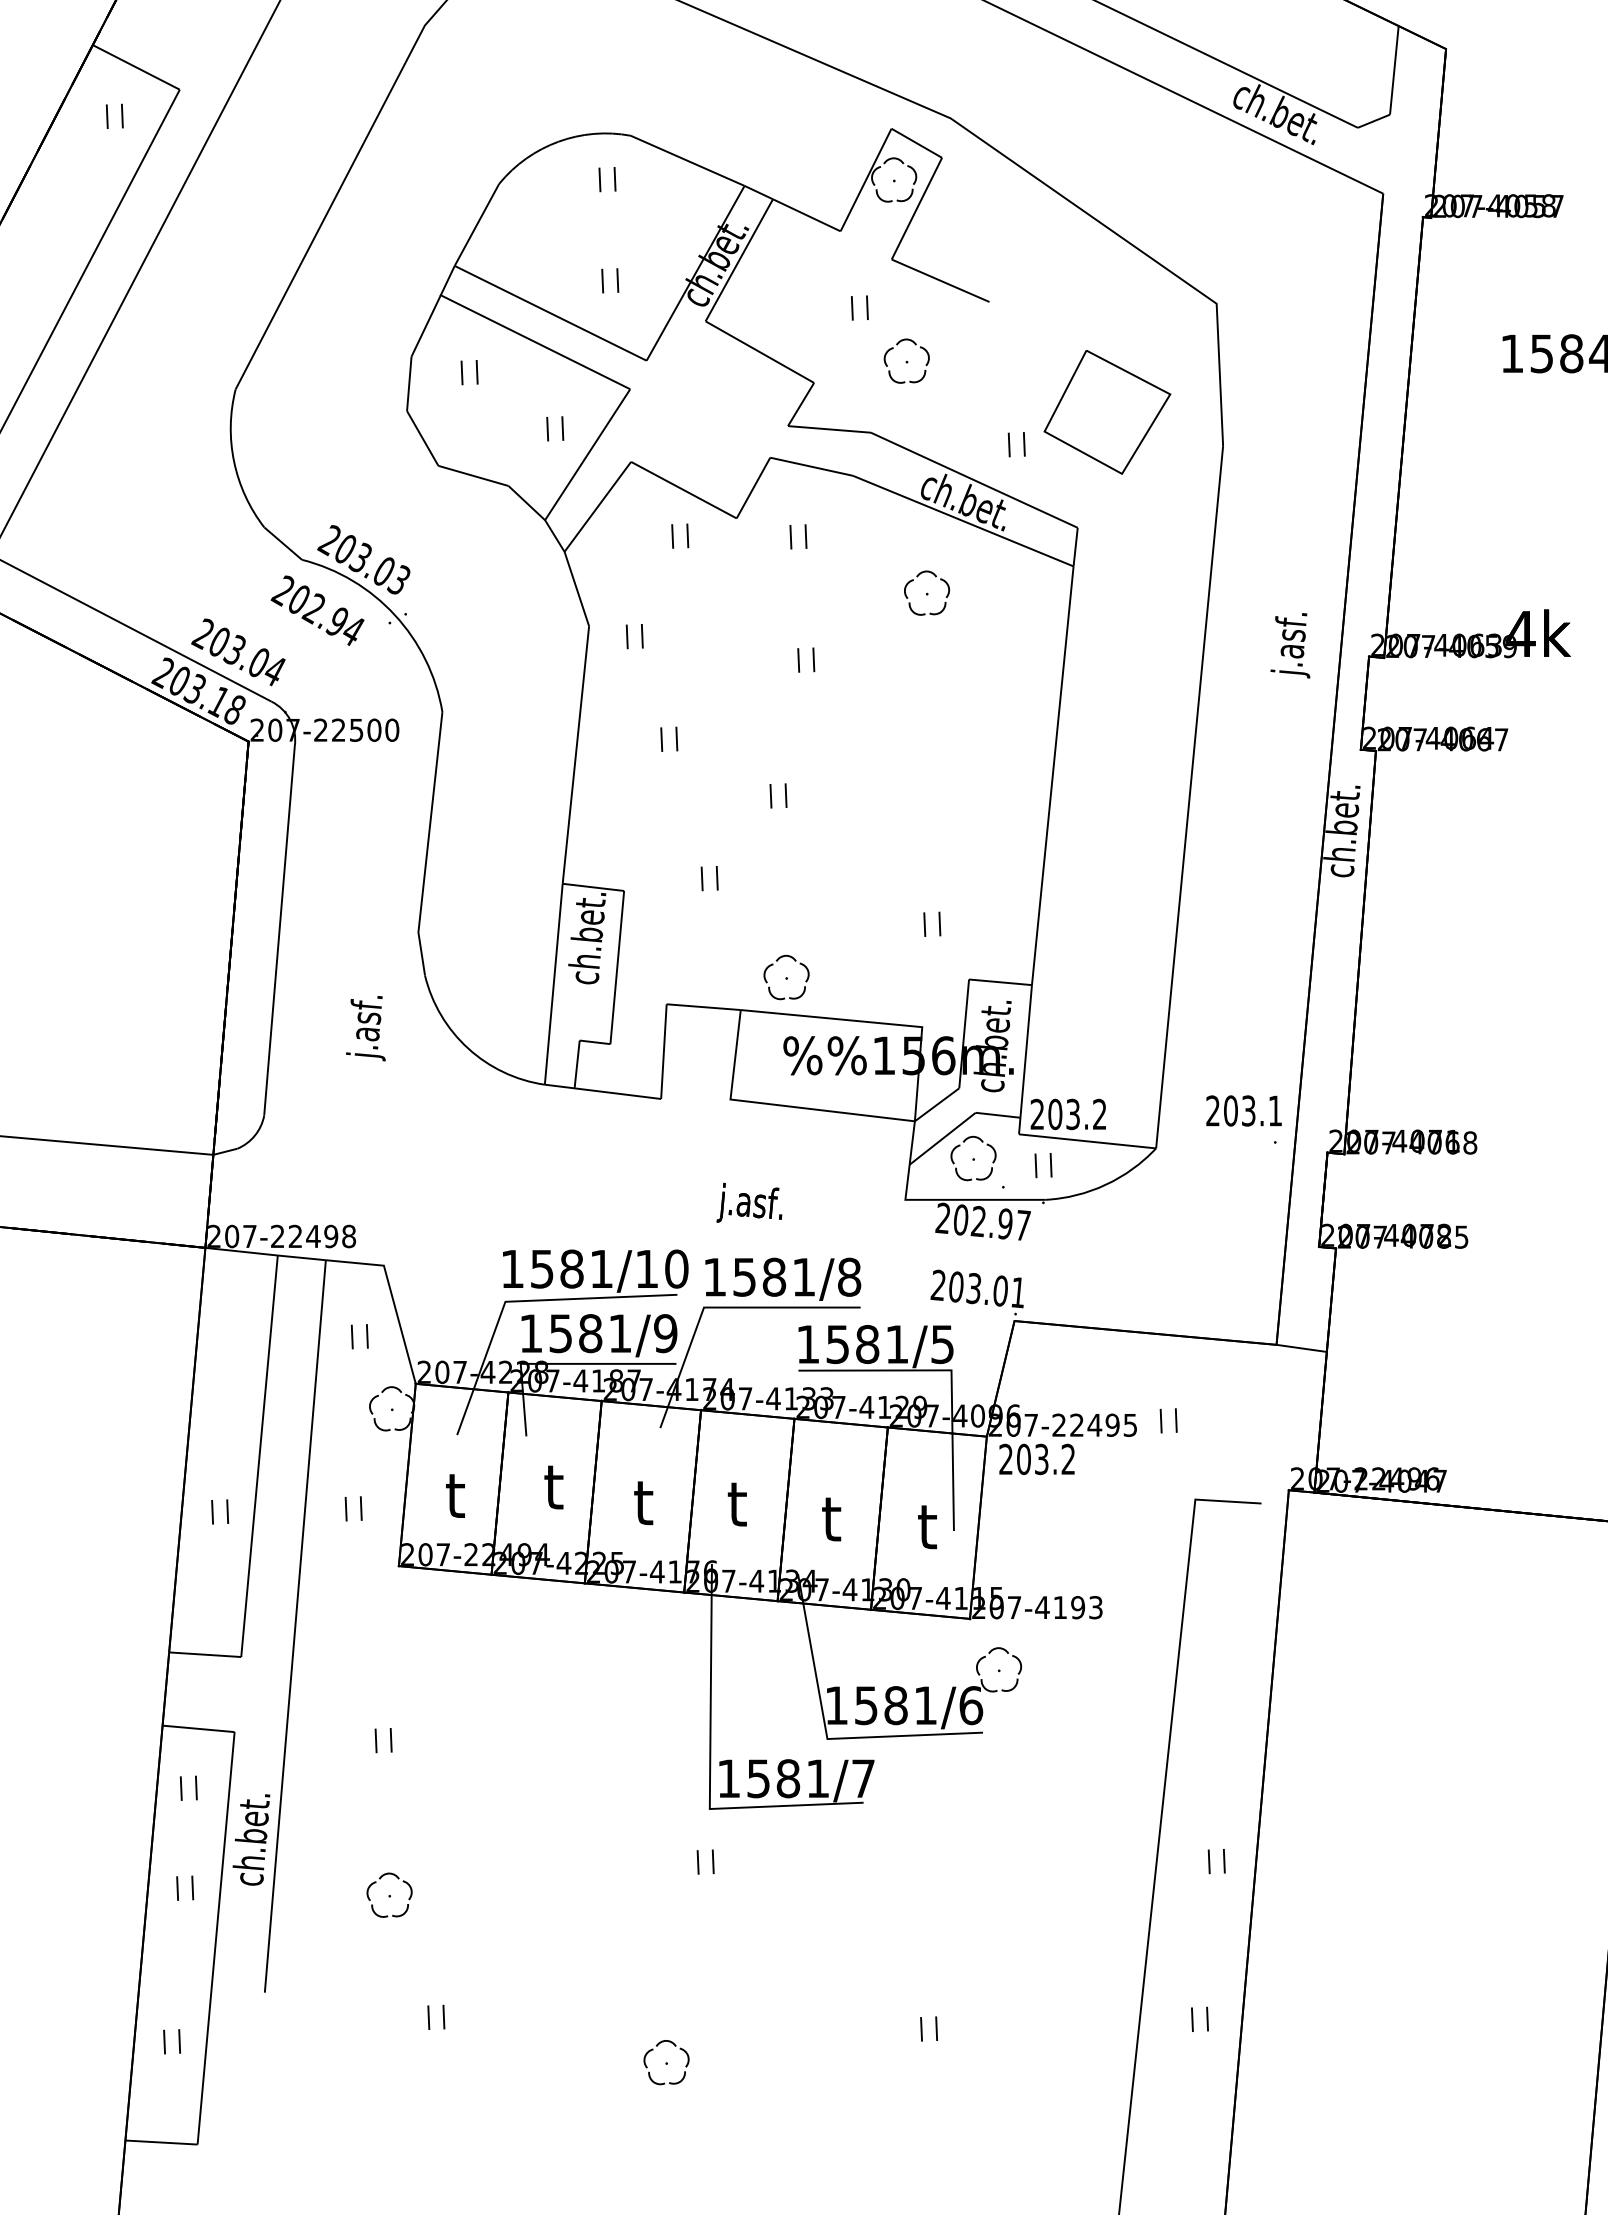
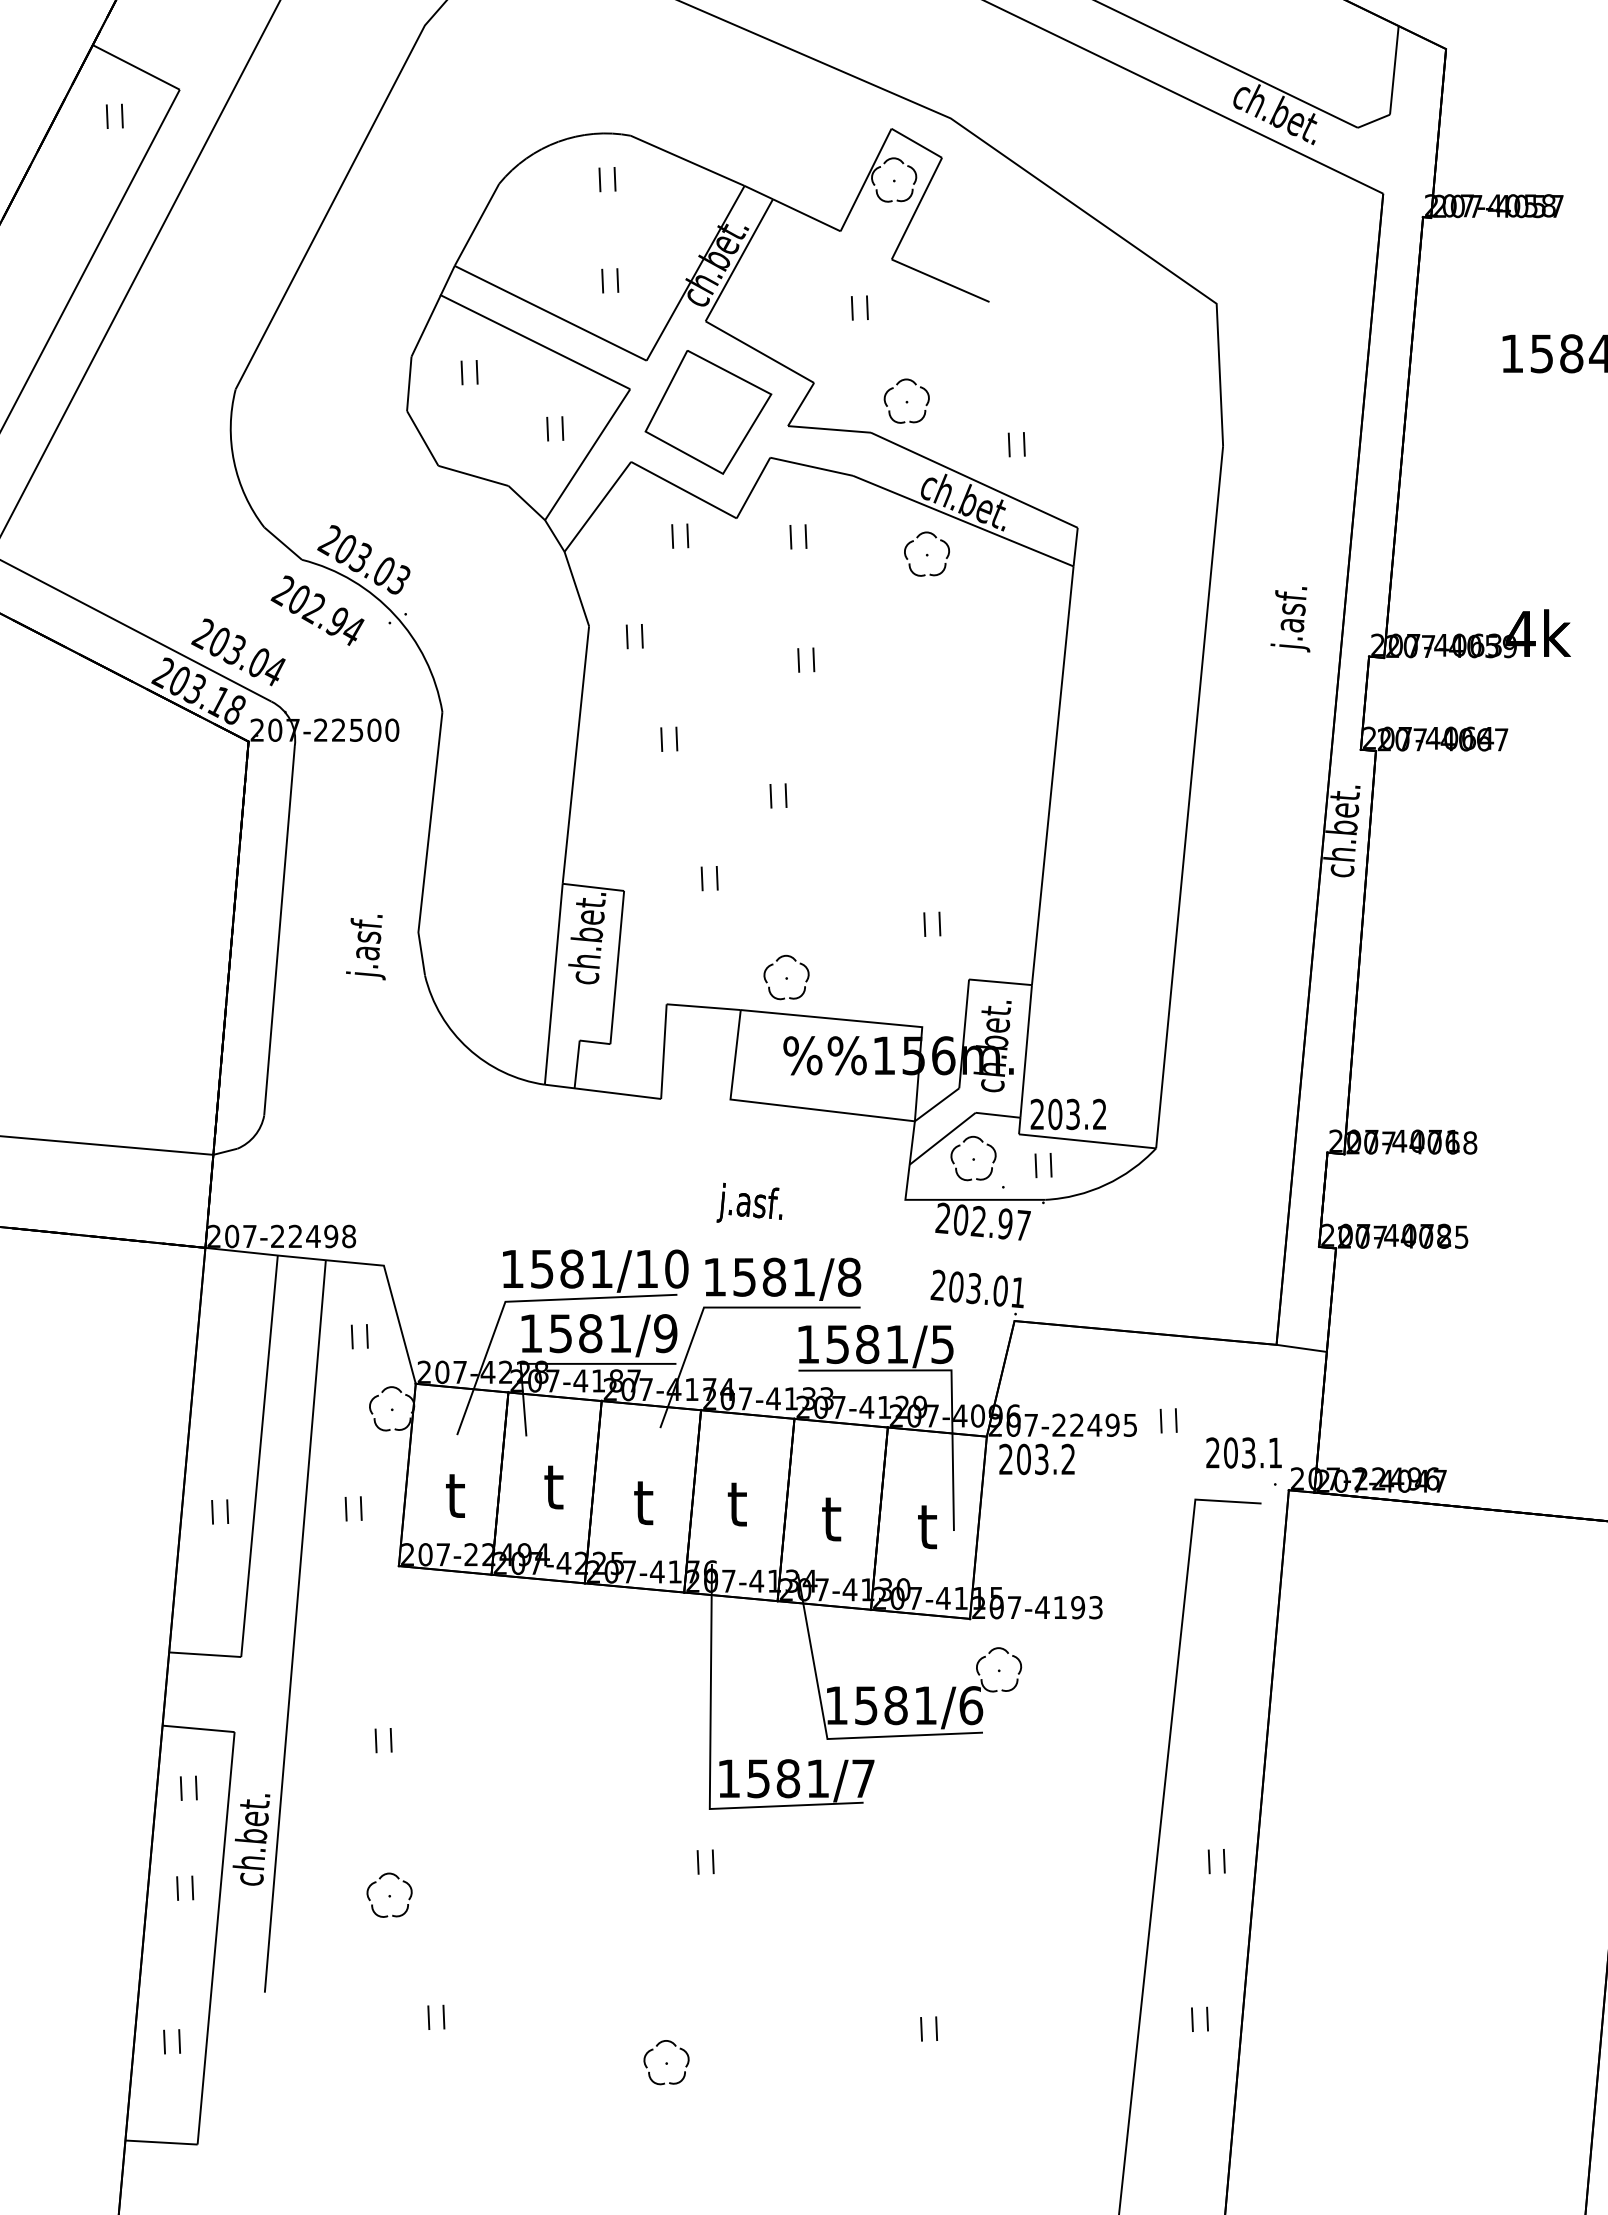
part at (906, 360) position: (906, 360) -> (906, 400)
part at (1107, 412) position: (1107, 412) -> (708, 412)
part at (926, 592) position: (926, 592) -> (926, 553)
text at (1290, 645) position: (1290, 645) -> (1290, 619)
text at (365, 1028) position: (365, 1028) -> (365, 947)
text at (1243, 1119) position: (1243, 1119) -> (1243, 1461)
